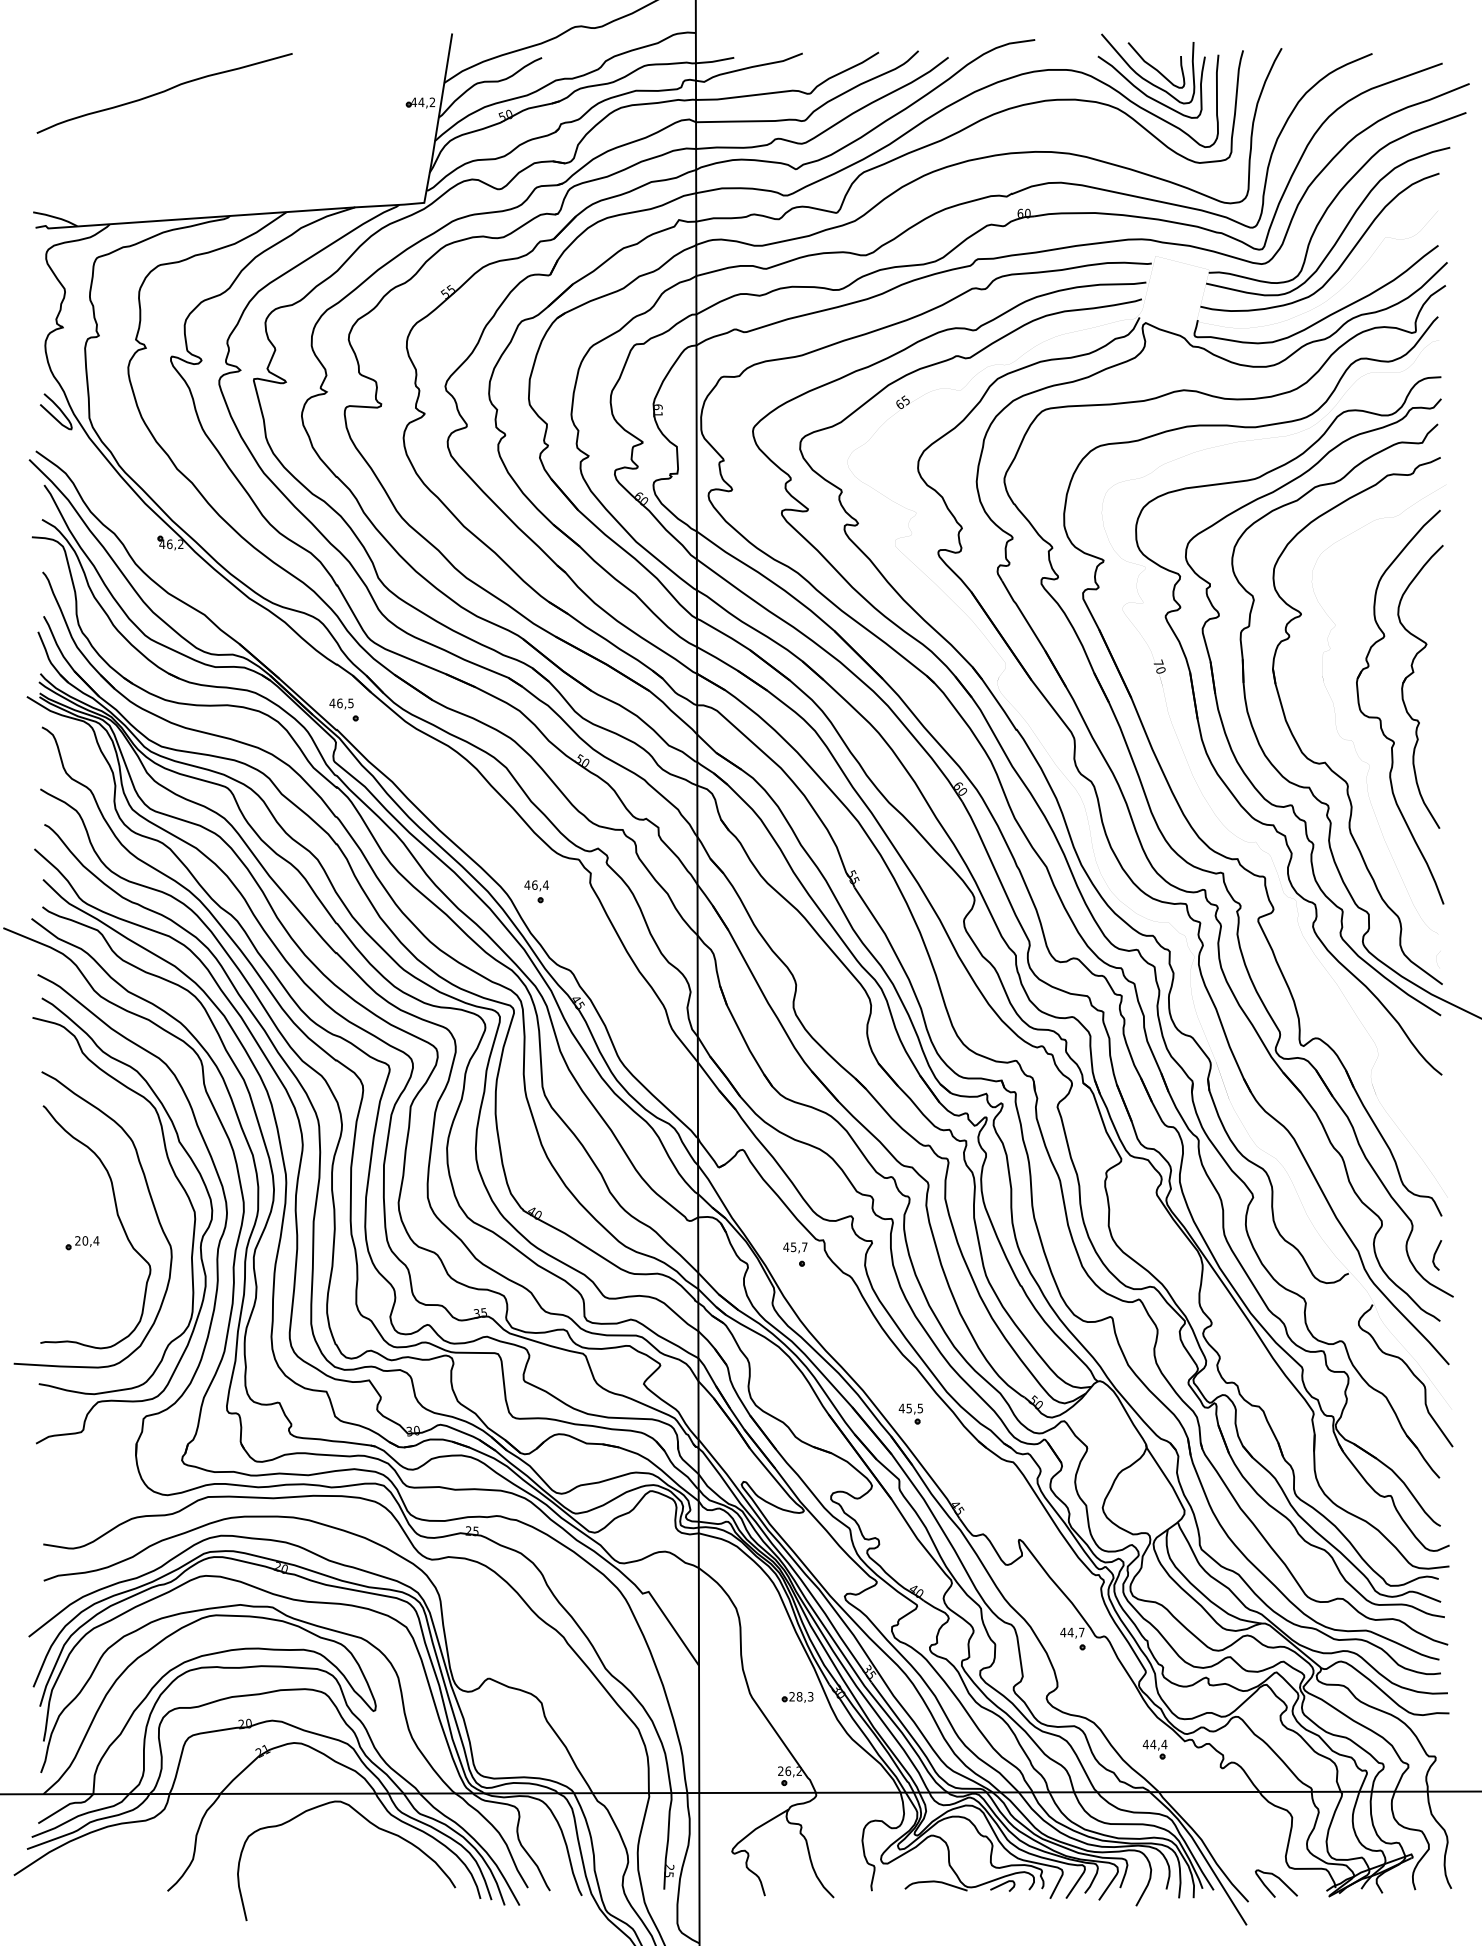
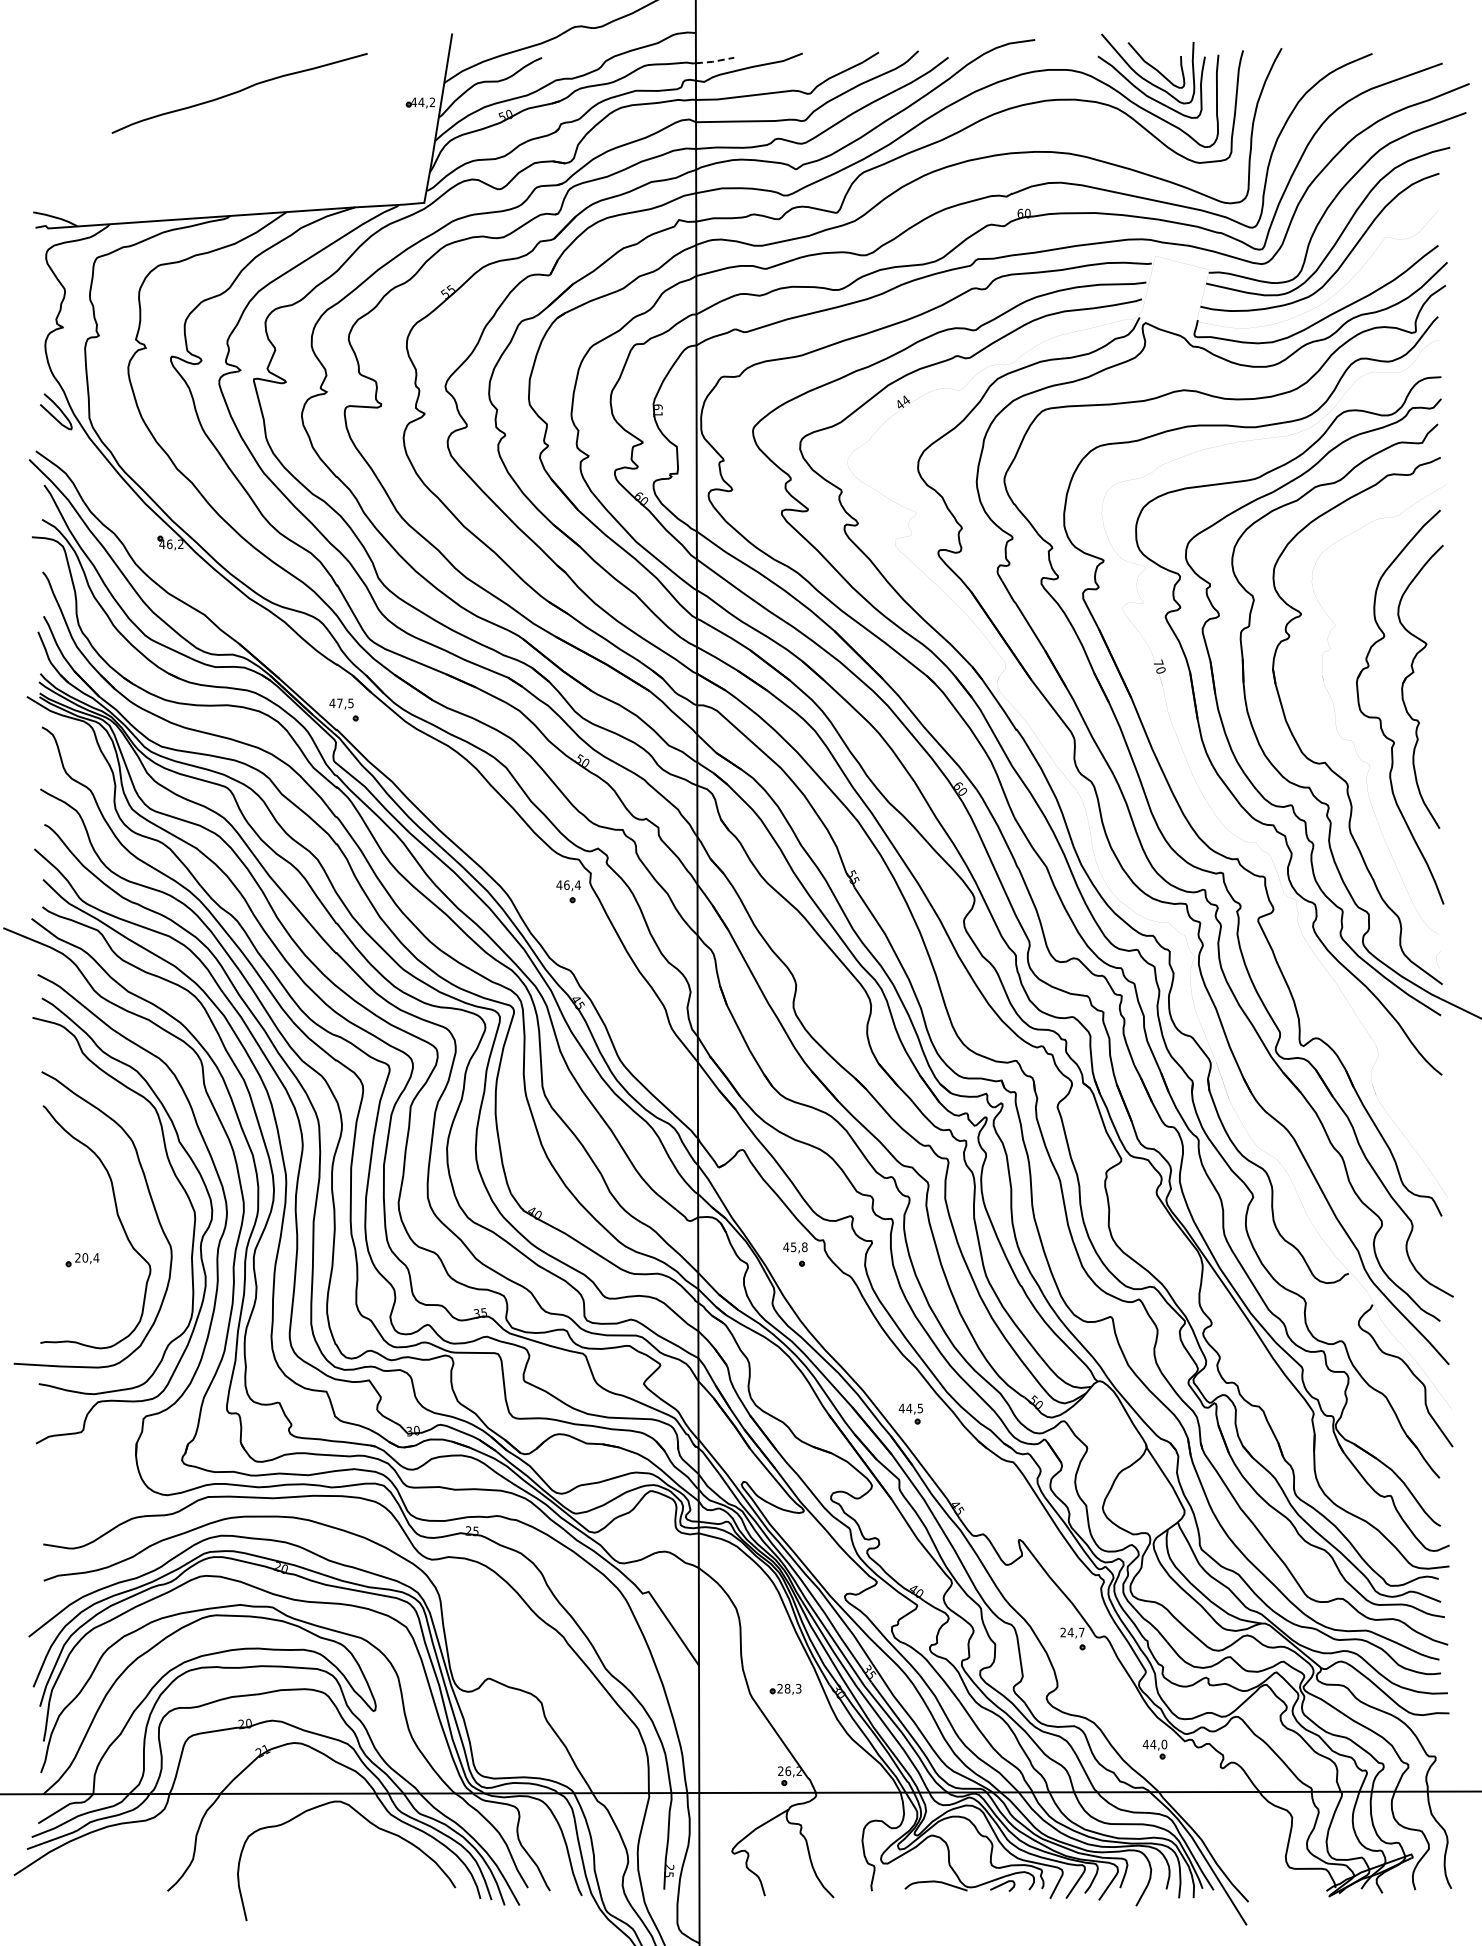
line at (715, 61): solid -> dashed
curve at (164, 92) position: (164, 92) -> (239, 92)
text at (902, 402): 65 -> 44
text at (339, 703): 46,5 -> 47,5
part at (536, 891) position: (536, 891) -> (568, 891)
part at (82, 1243) position: (82, 1243) -> (82, 1260)
text at (804, 1247): 45,7 -> 45,8
line at (1435, 1255): present -> none
text at (909, 1408): 45,5 -> 44,5
text at (1063, 1632): 44,7 -> 24,7
part at (797, 1697) position: (797, 1697) -> (785, 1689)
text at (1164, 1744): 44,4 -> 44,0
curve at (1277, 1878): present -> none
